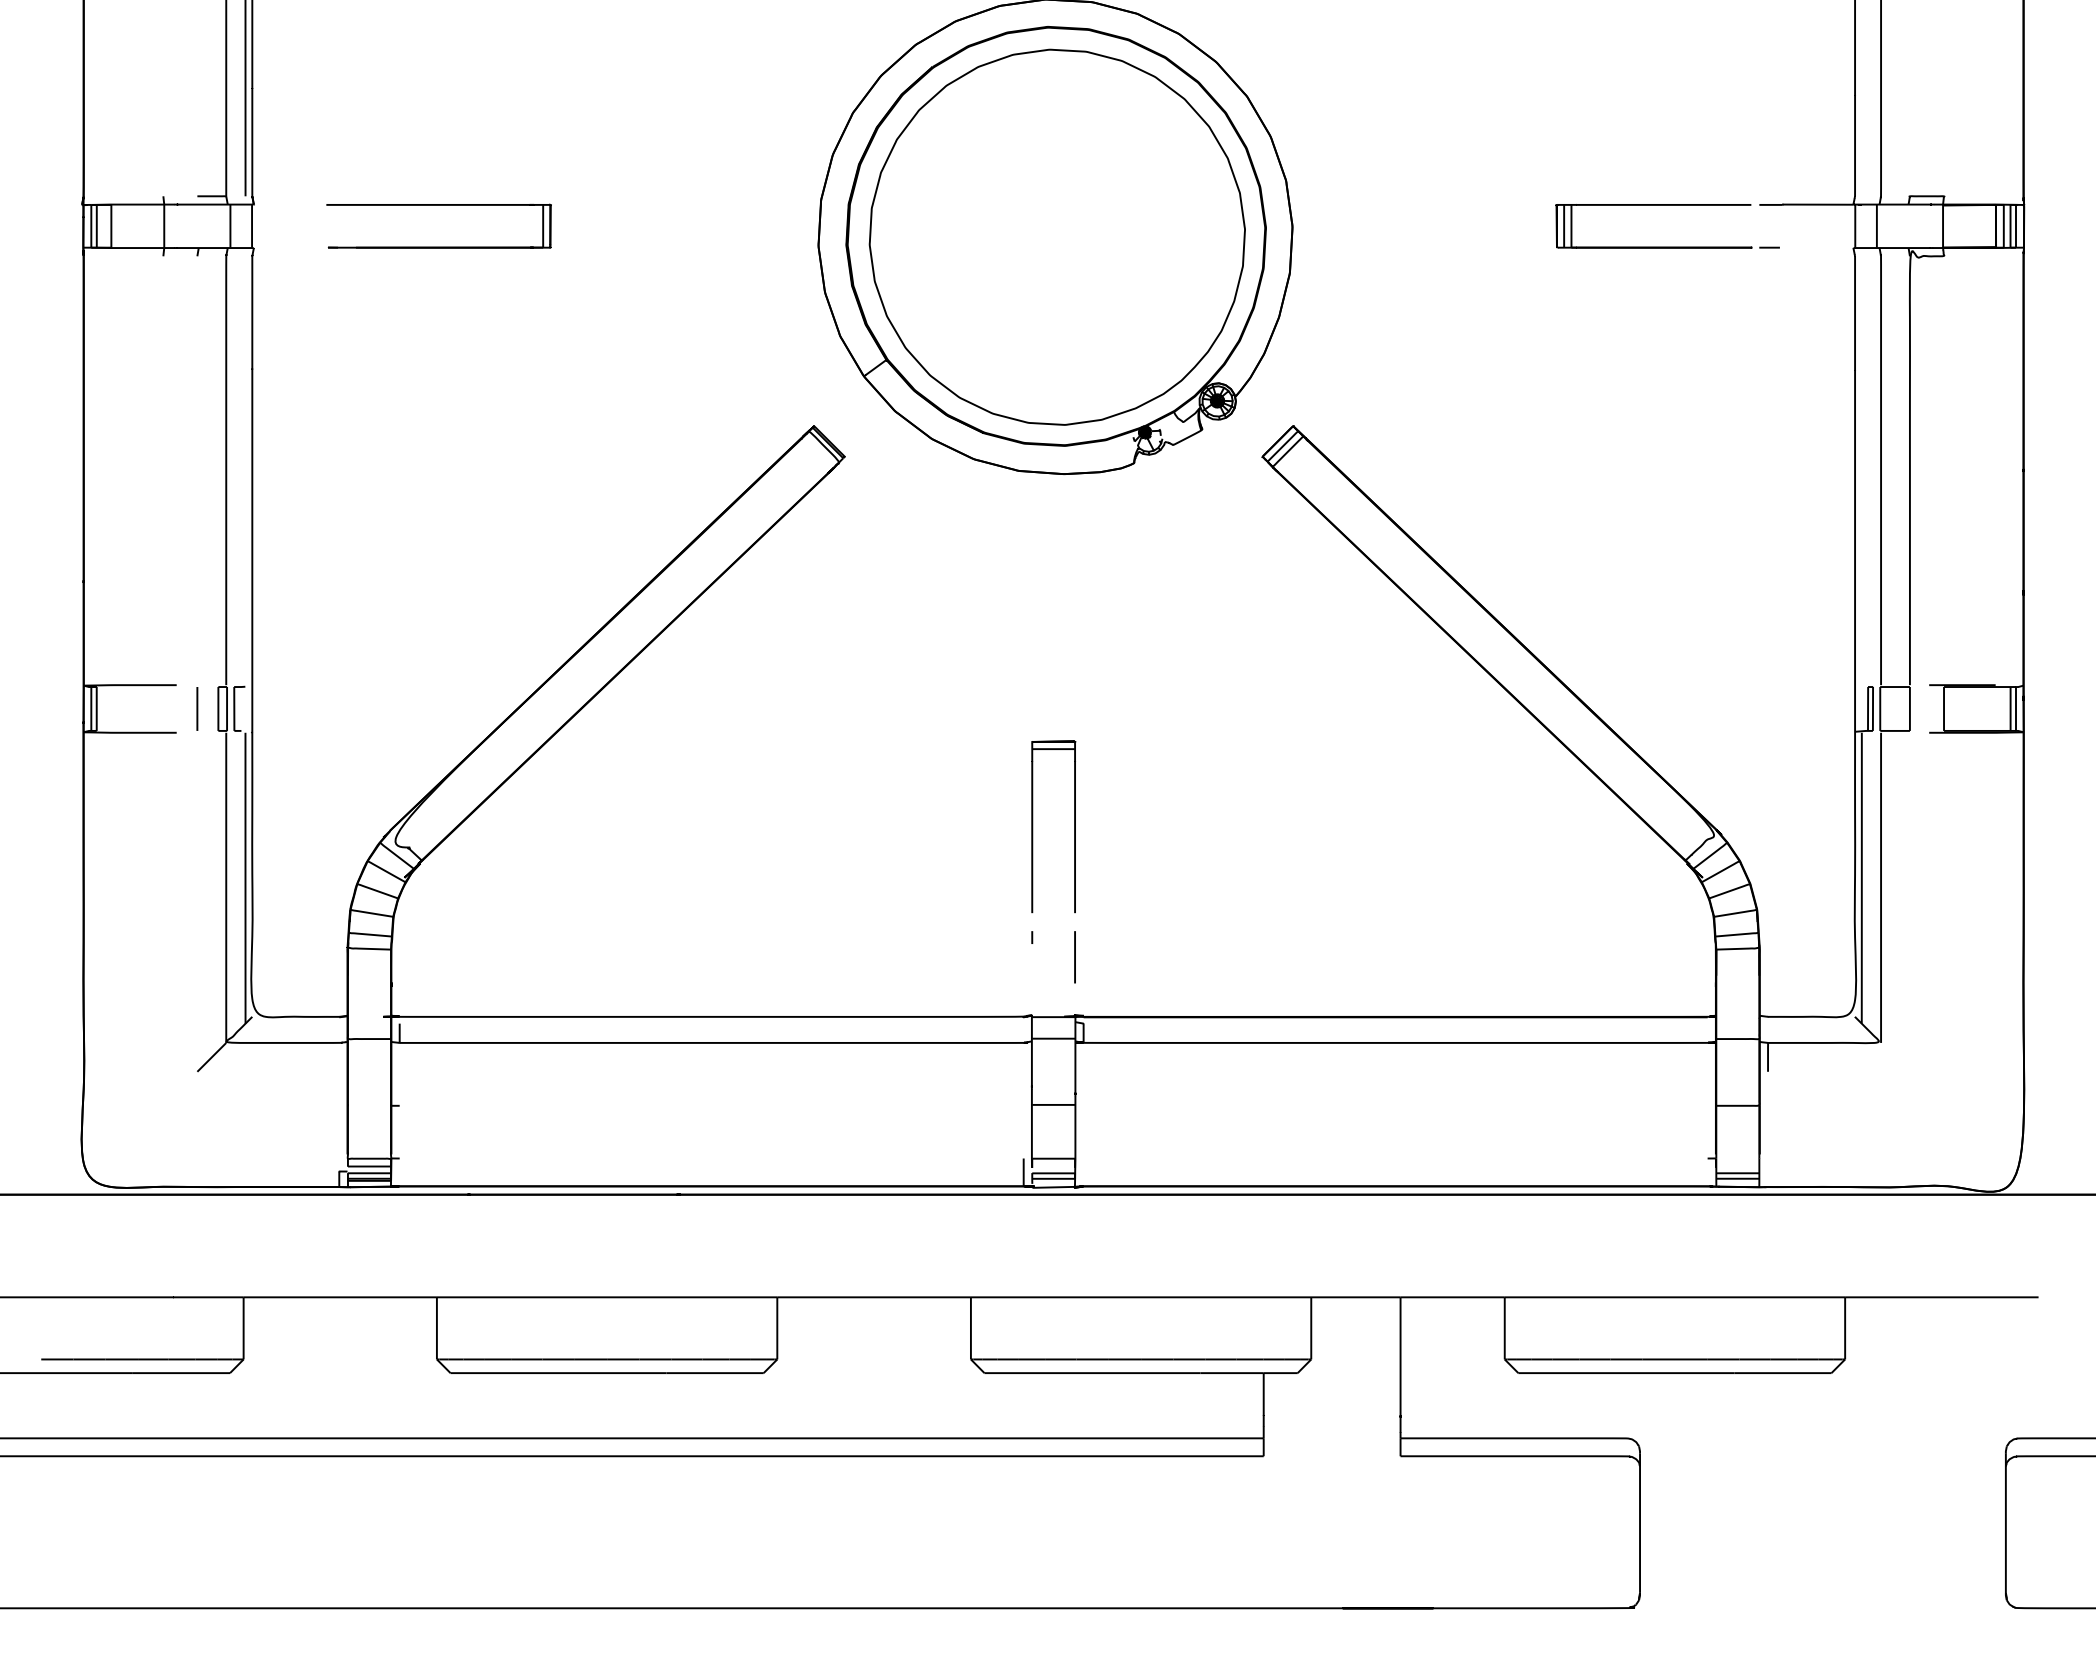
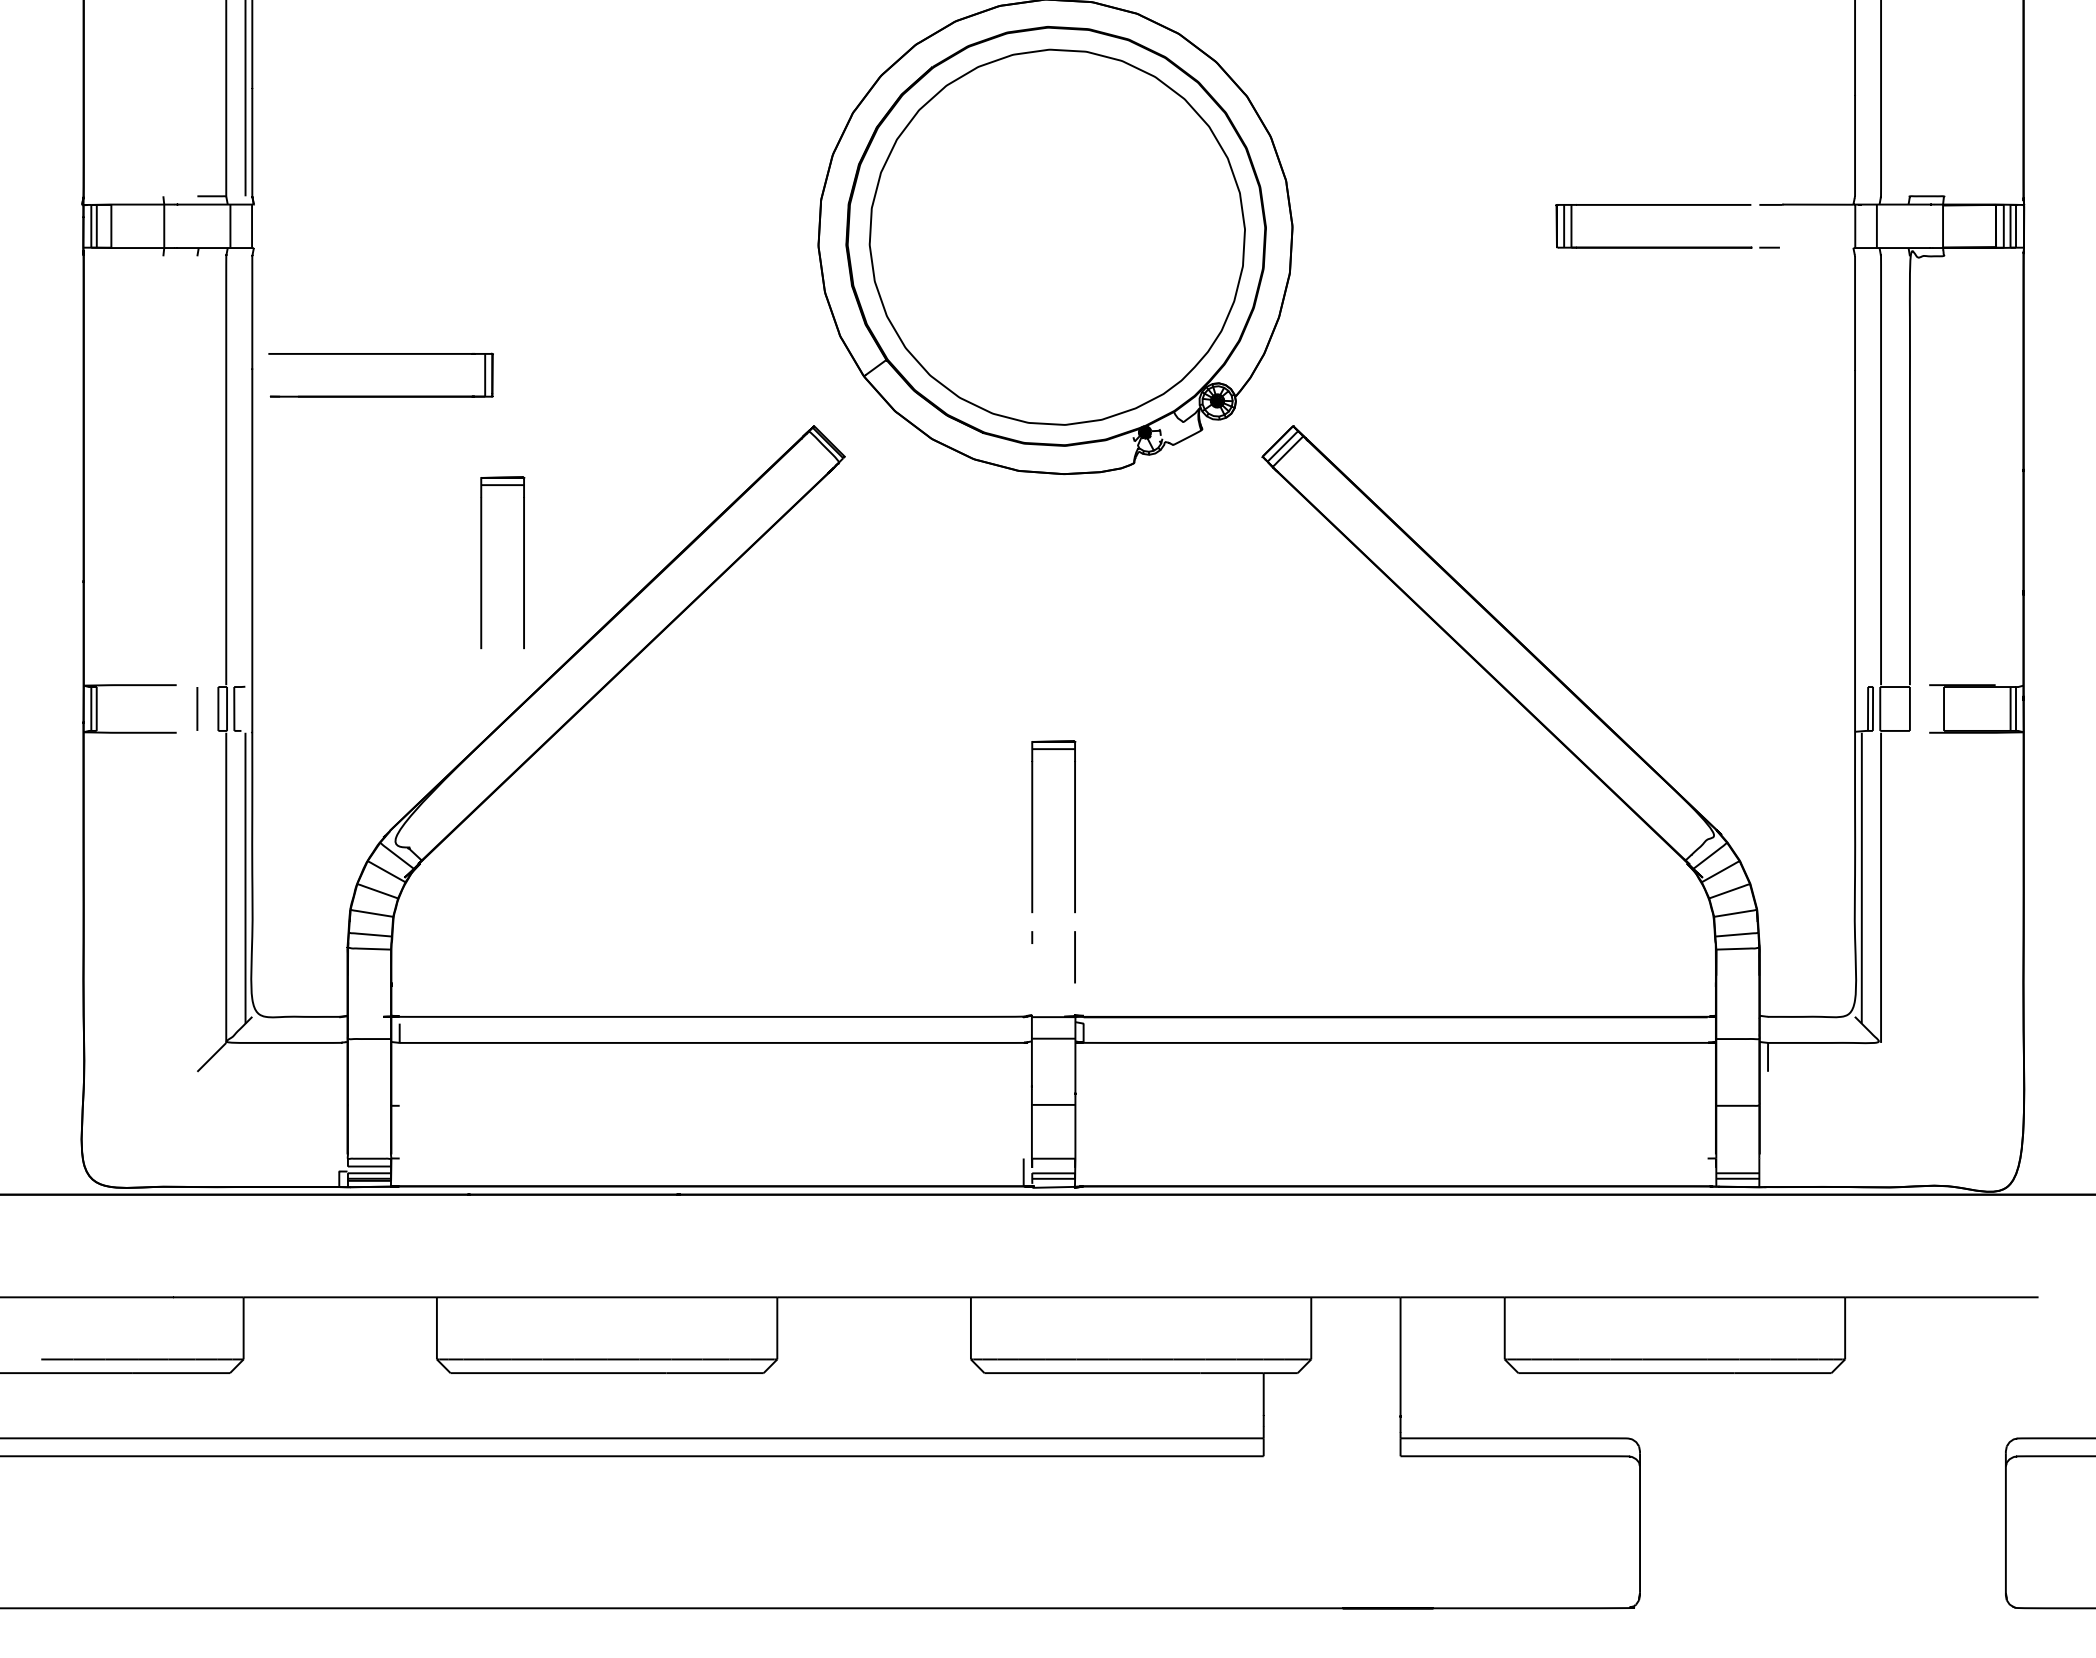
part at (438, 205) position: (438, 205) -> (380, 354)
part at (482, 562): none -> present
